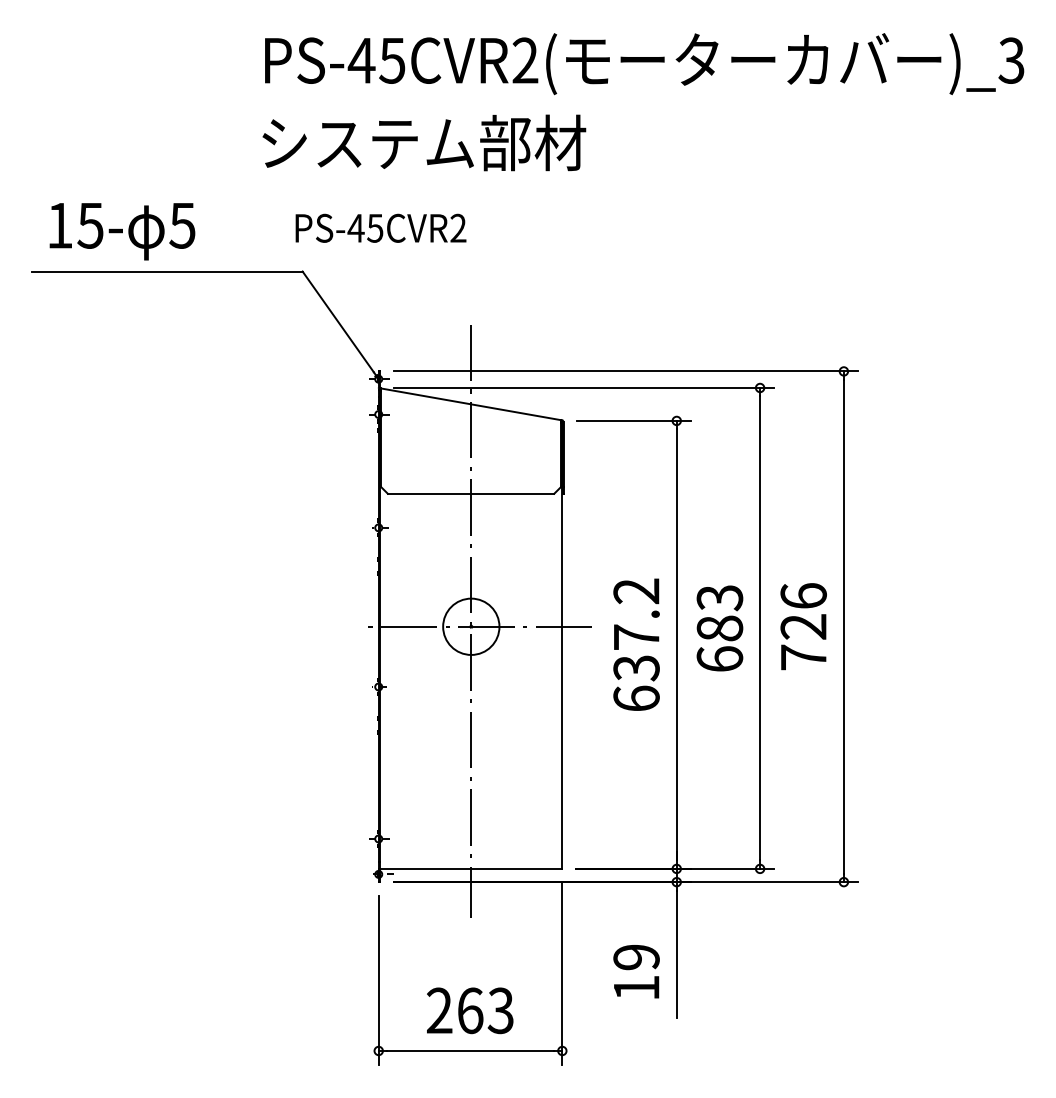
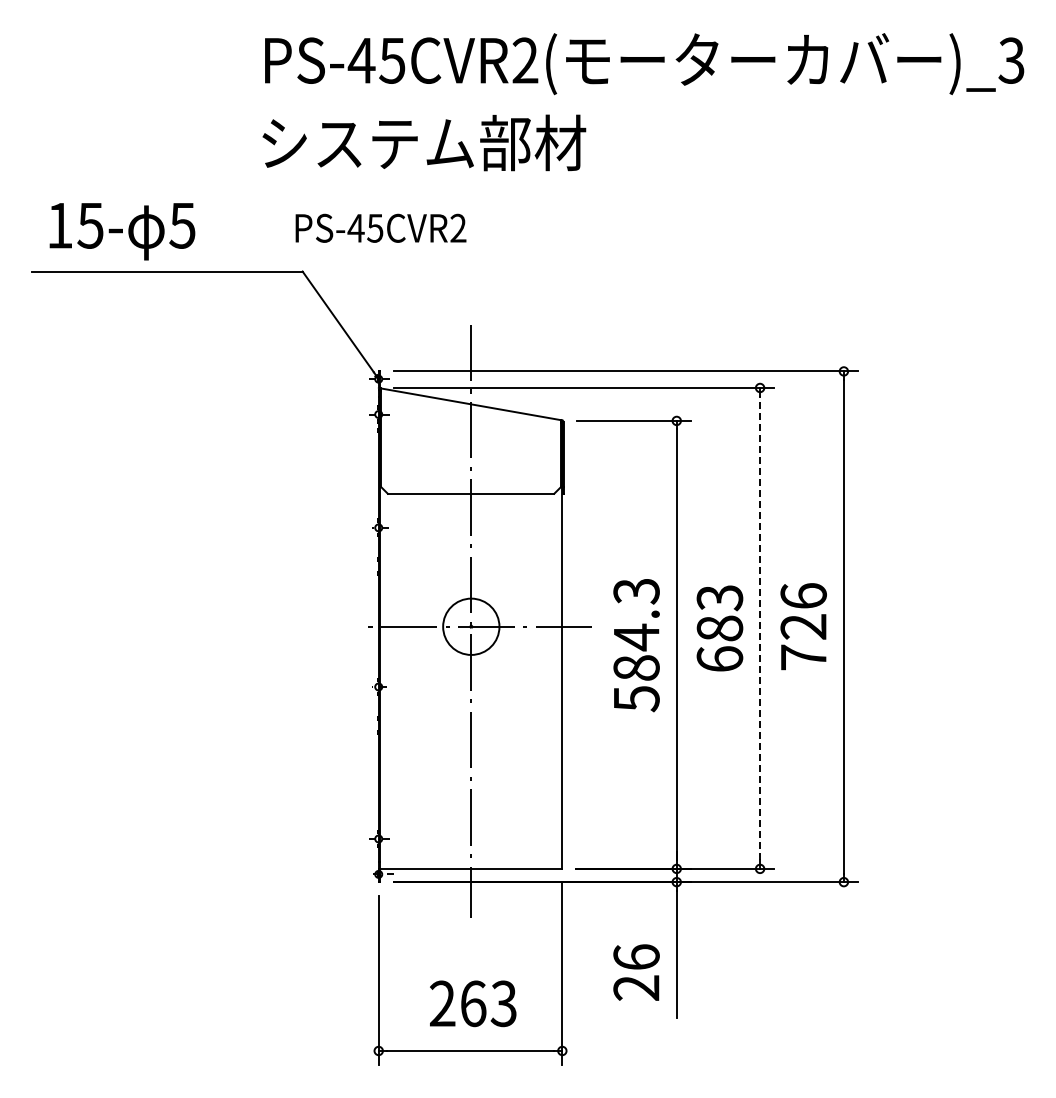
line at (760, 627): solid -> dashed
text at (636, 645): 637.2 -> 584.3
text at (636, 972): 19 -> 26
text at (470, 1010) position: (470, 1010) -> (473, 1003)
